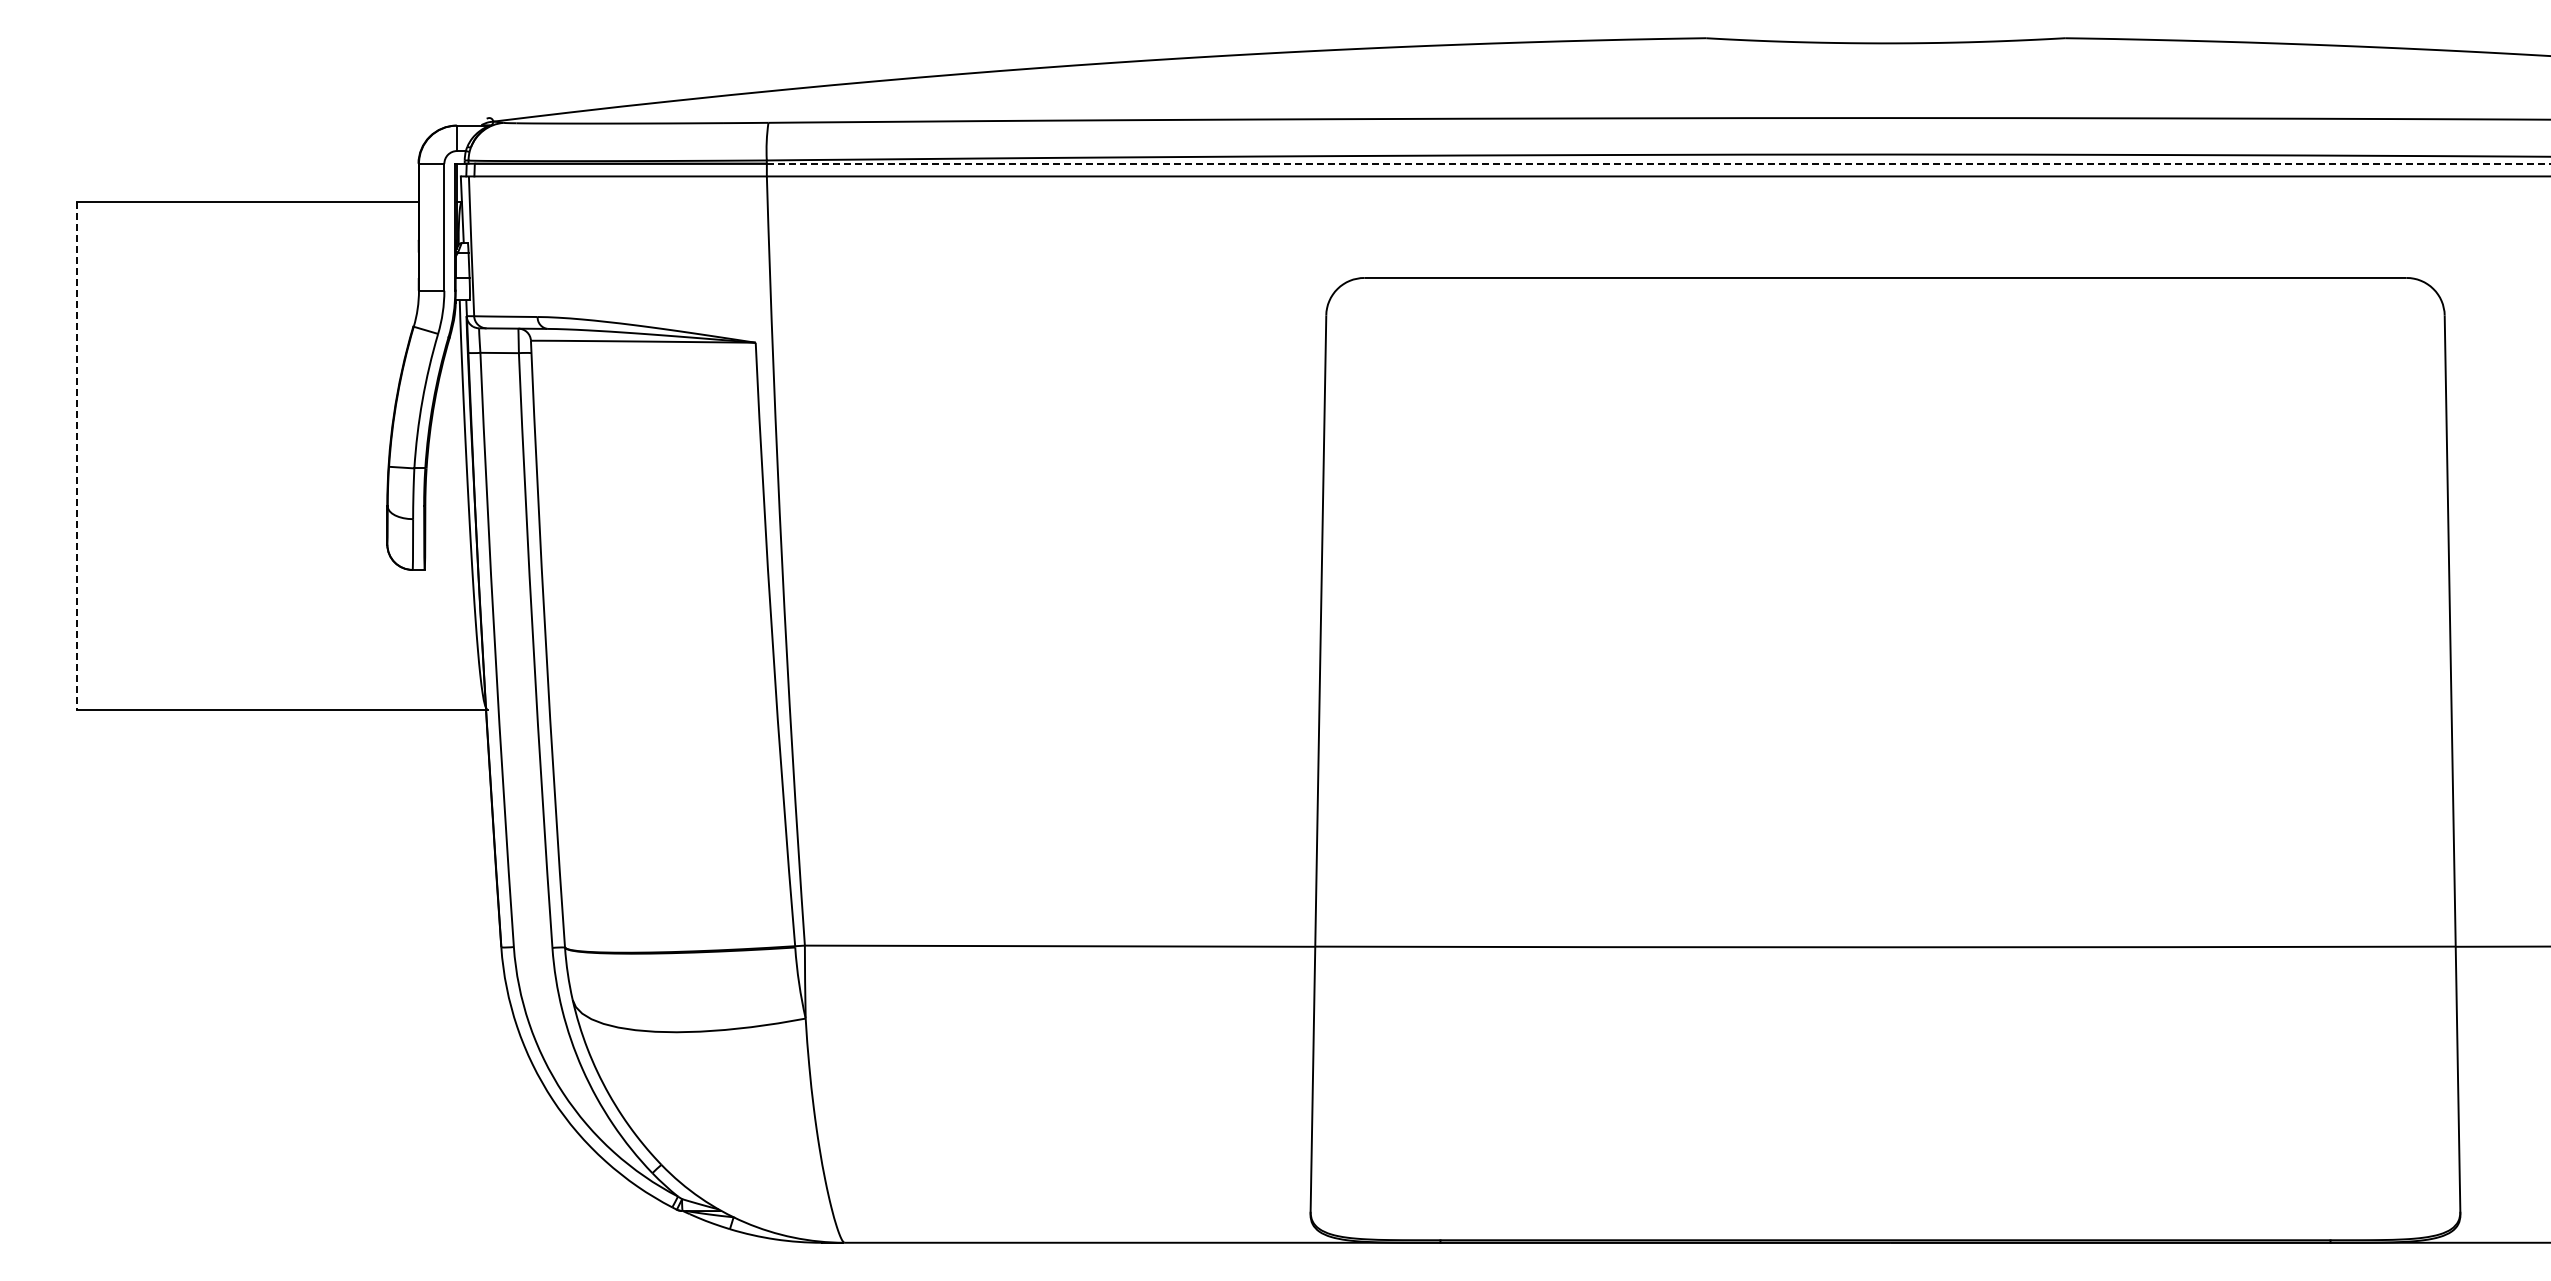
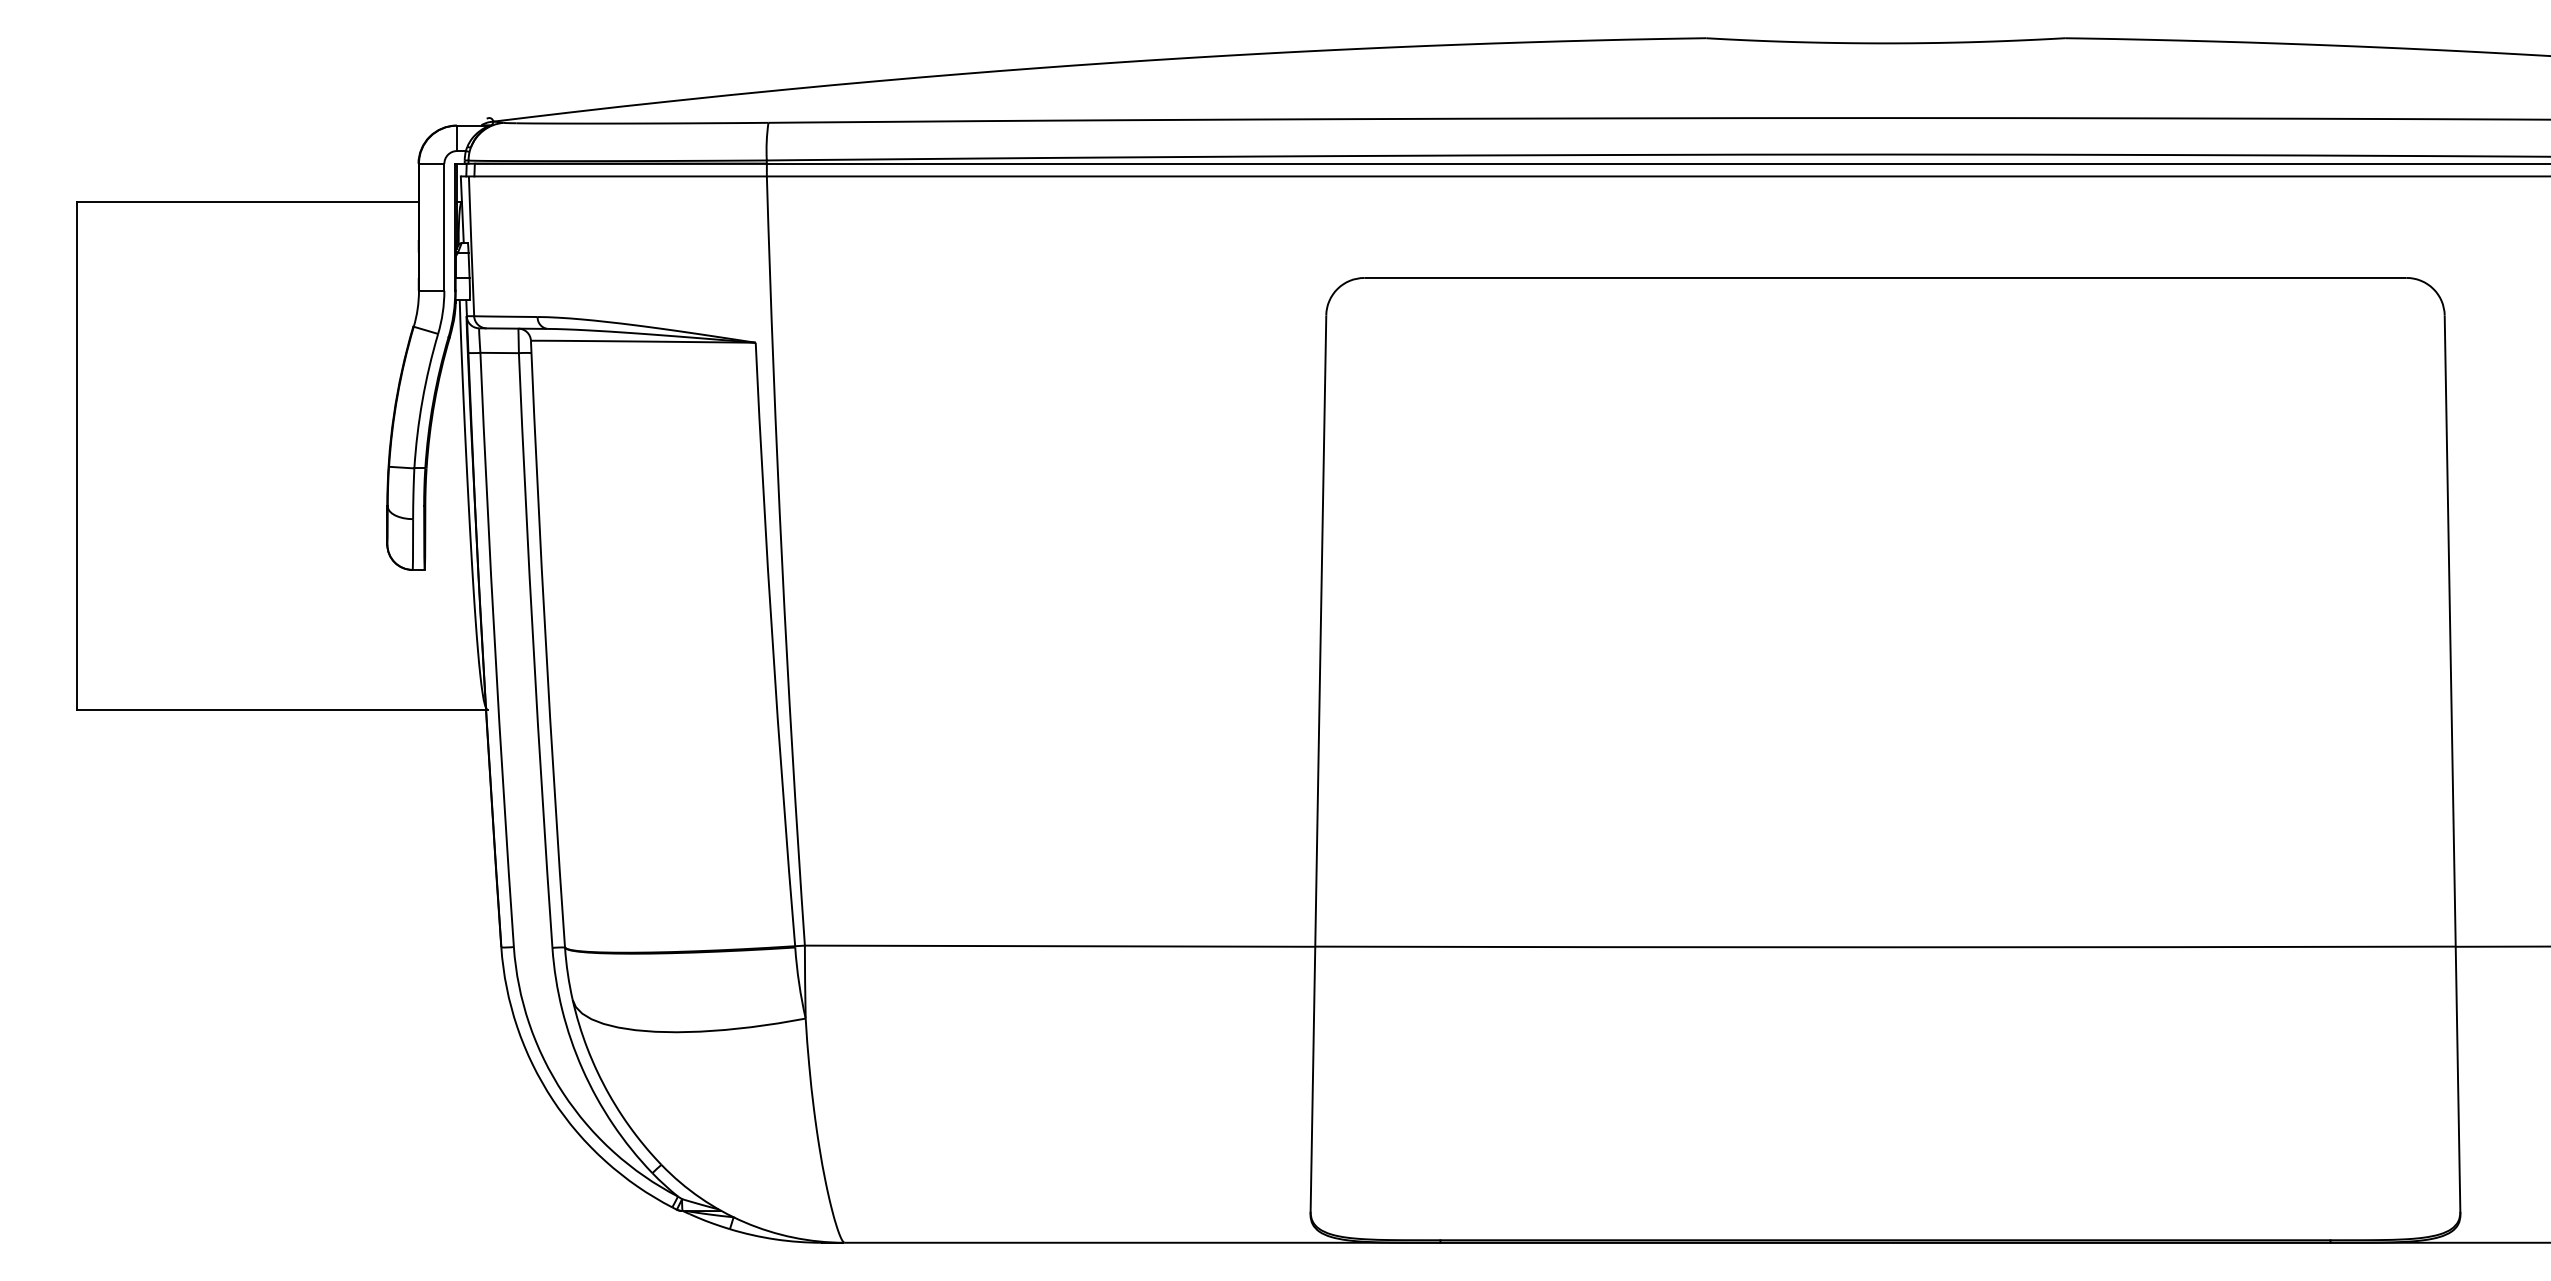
line at (1658, 163): dashed -> solid
line at (76, 455): dashed -> solid
